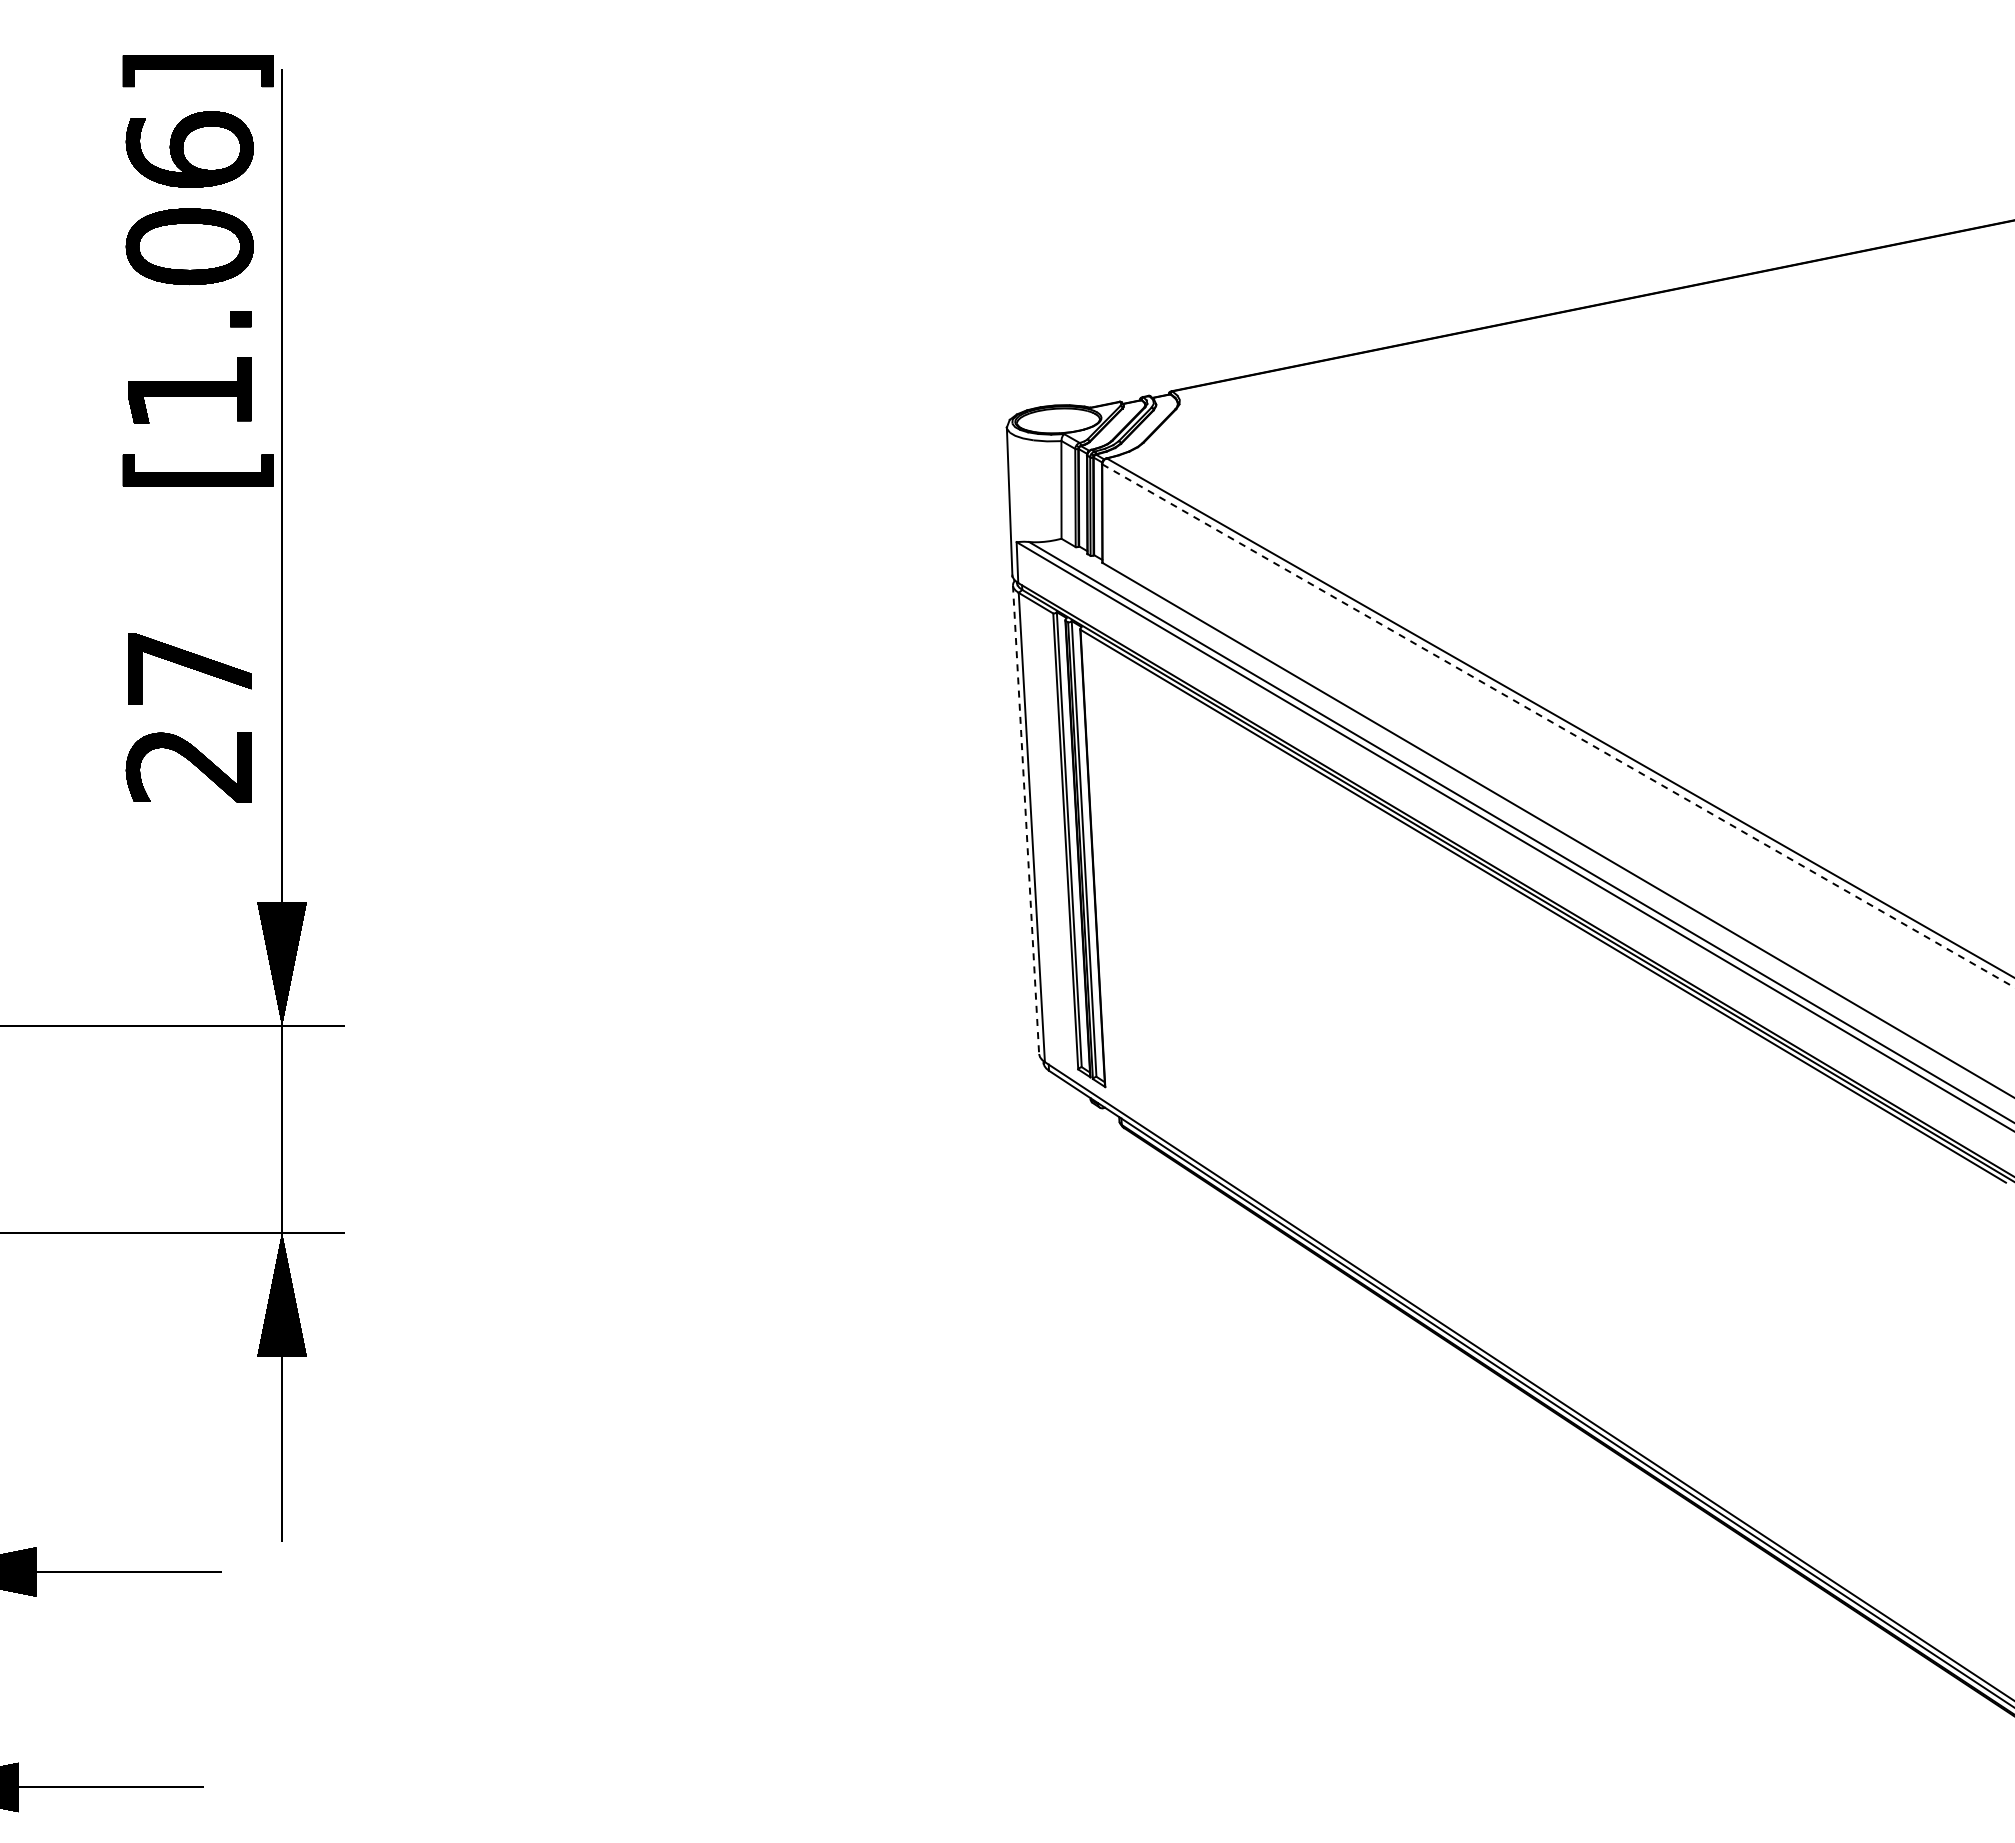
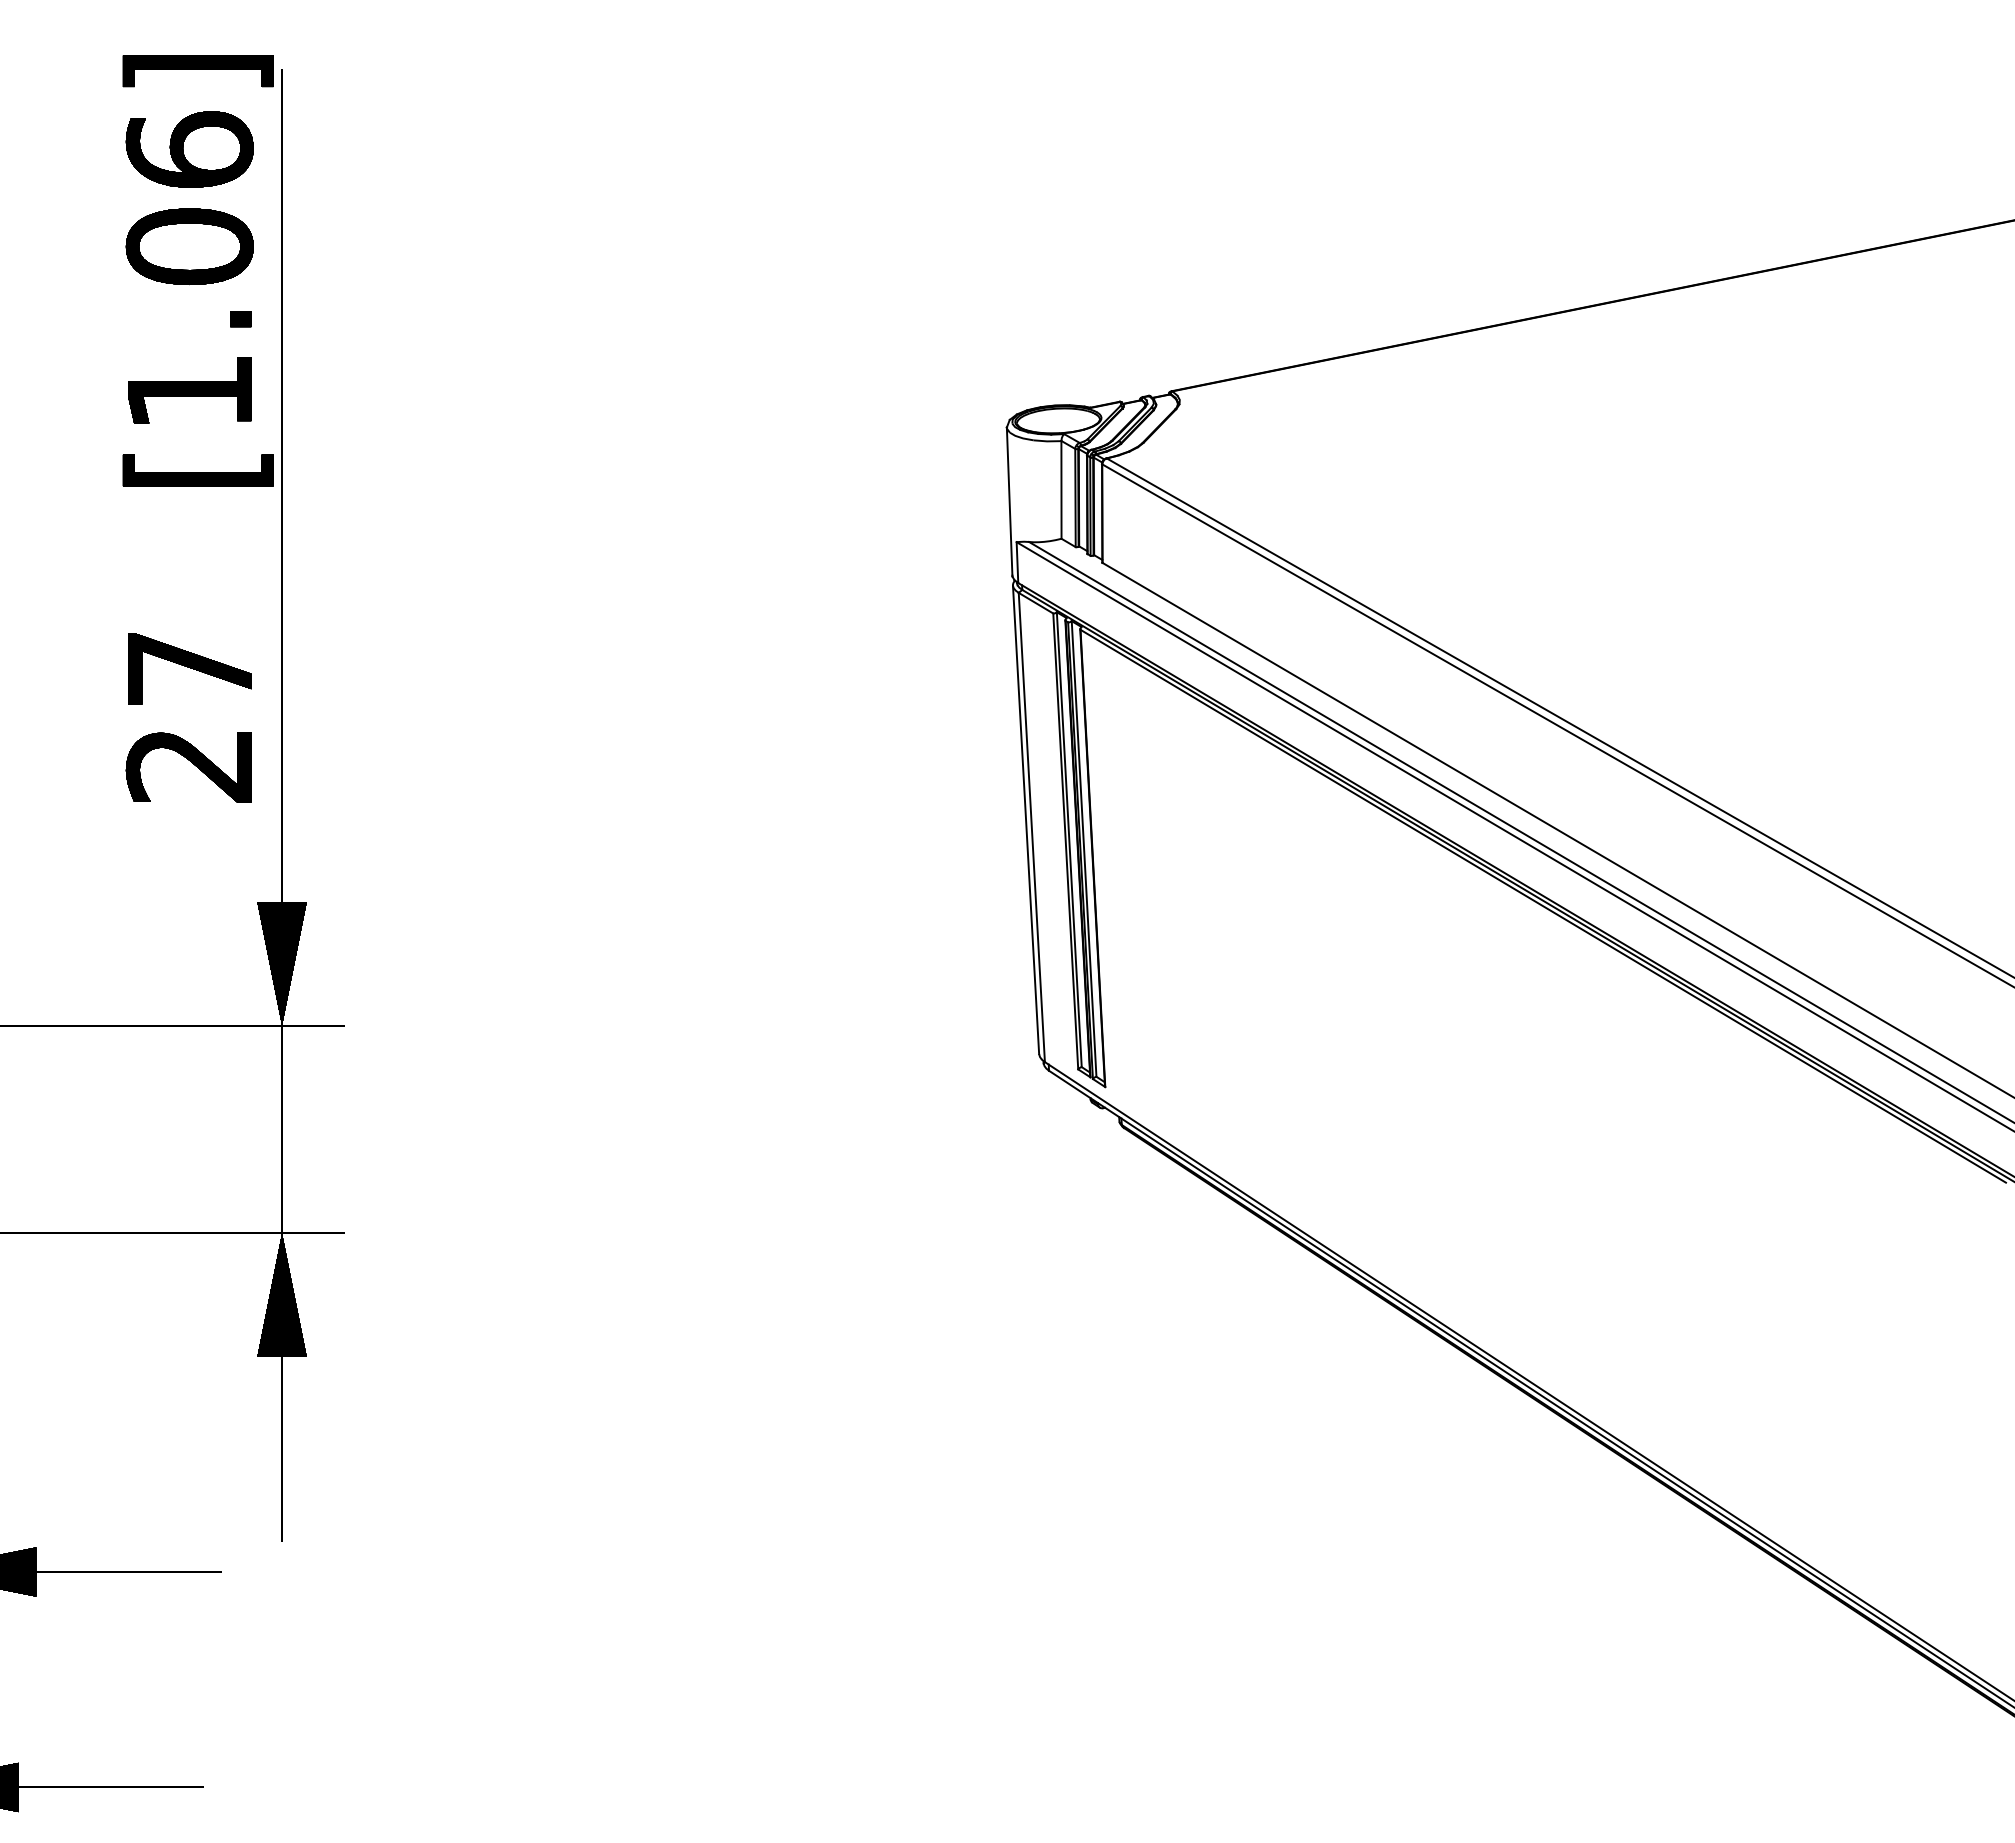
line at (1558, 725): dashed -> solid
line at (1026, 819): dashed -> solid
